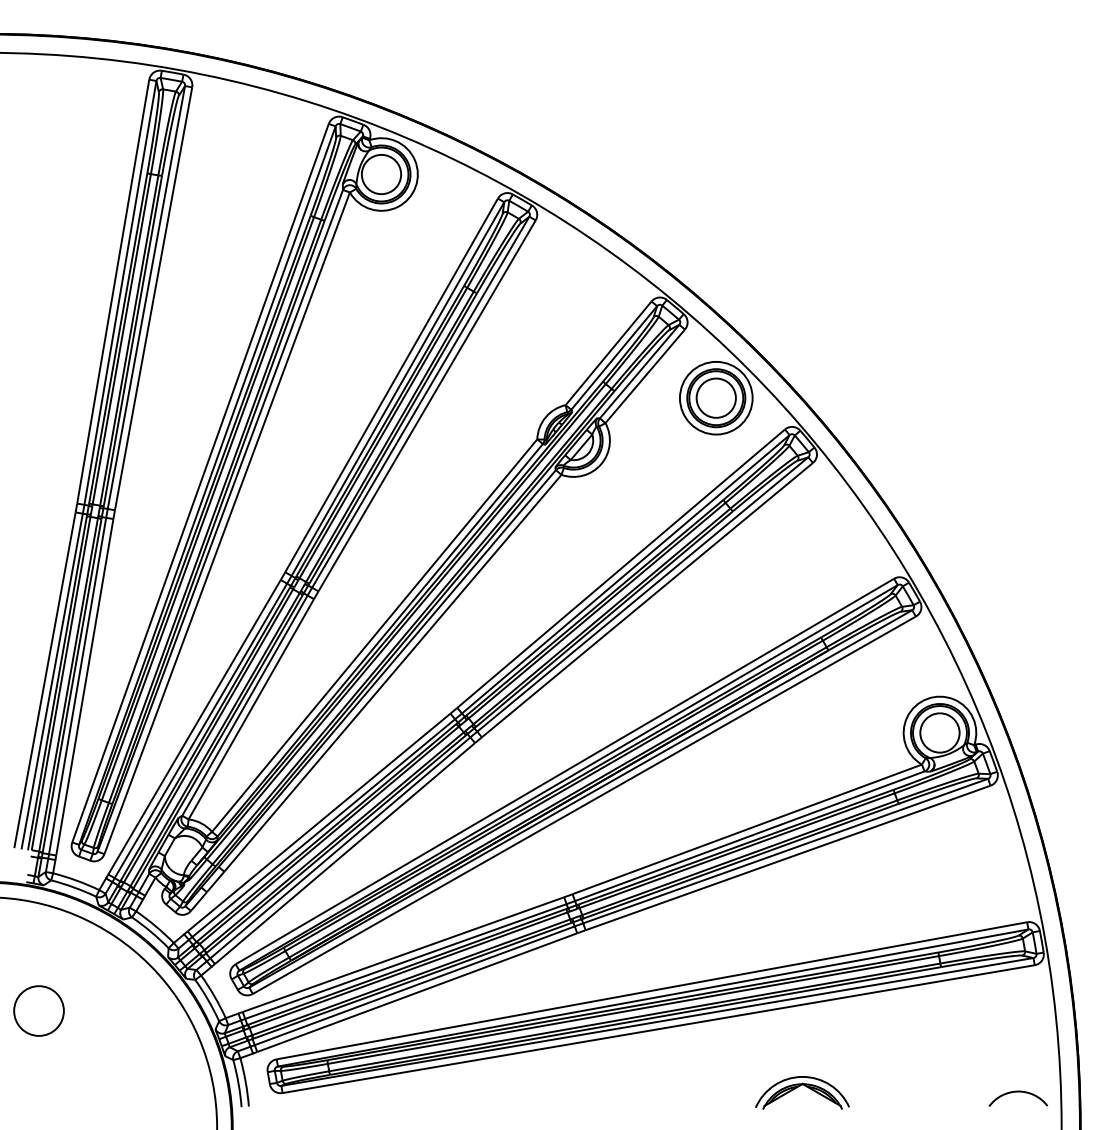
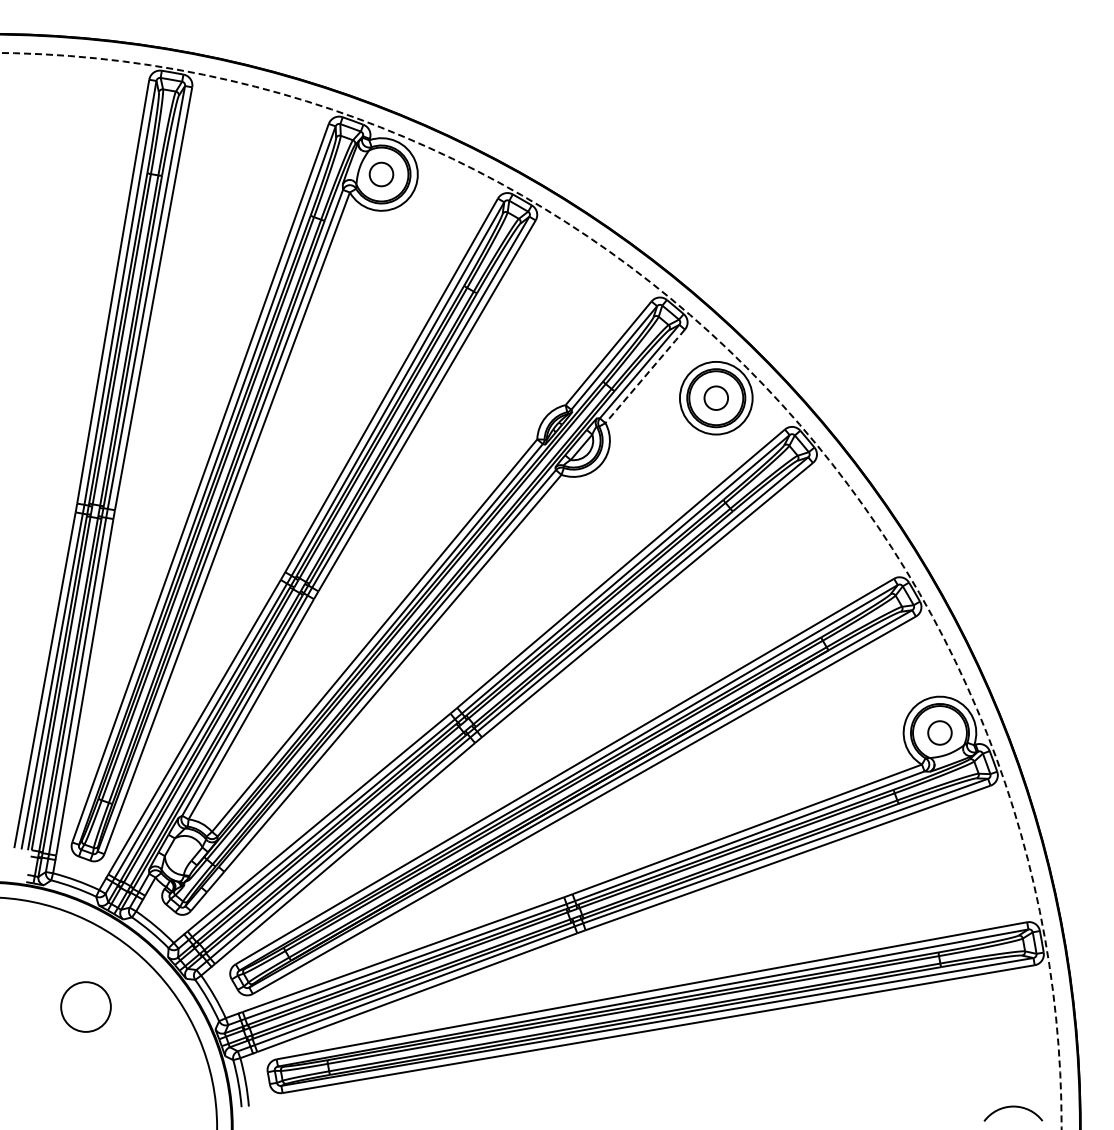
circle at (381, 174) diameter: 39 px -> 24 px
line at (645, 376): solid -> dashed
circle at (715, 397) diameter: 39 px -> 24 px
circle at (530, 591): solid -> dashed
circle at (939, 732) diameter: 39 px -> 24 px
circle at (38, 1010) position: (38, 1010) -> (85, 1006)
part at (800, 1086): present -> none
arc at (1018, 1092) position: (1018, 1092) -> (1013, 1107)
